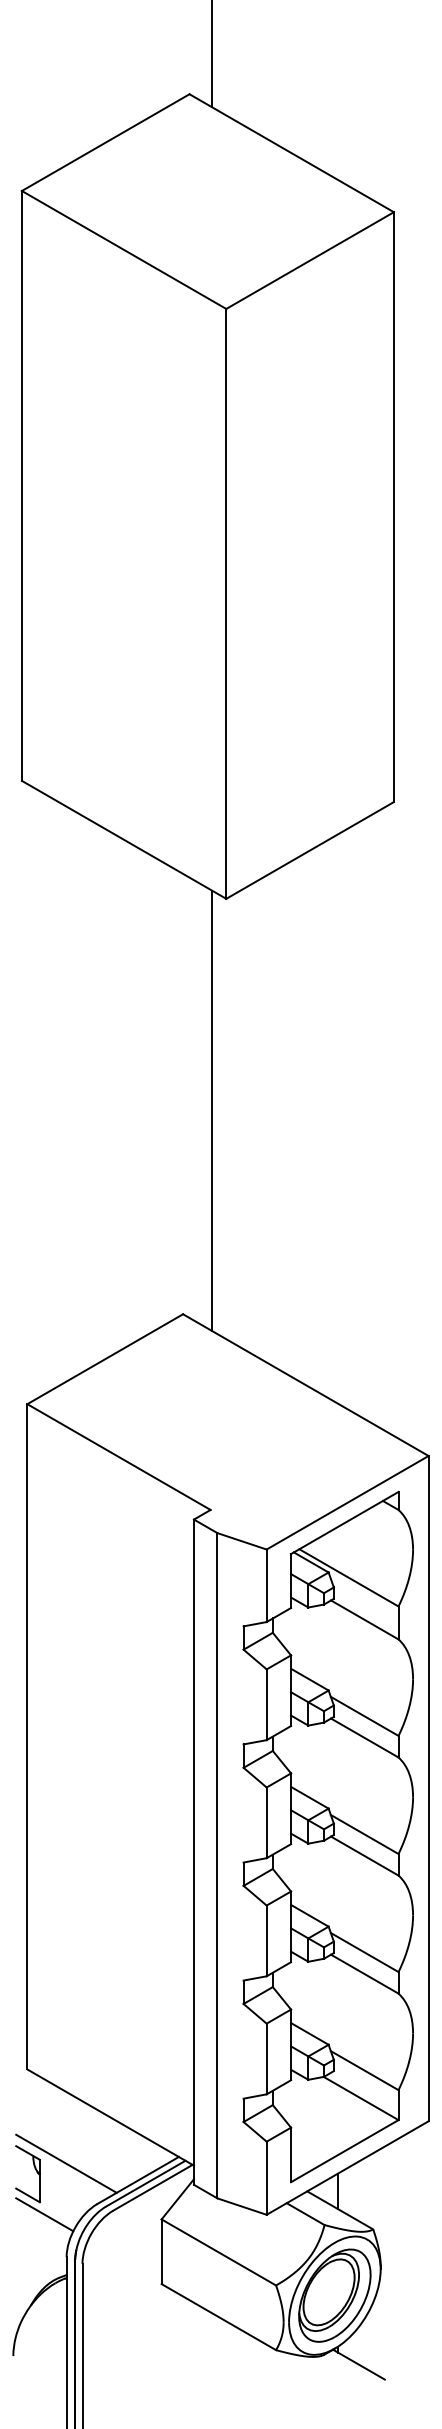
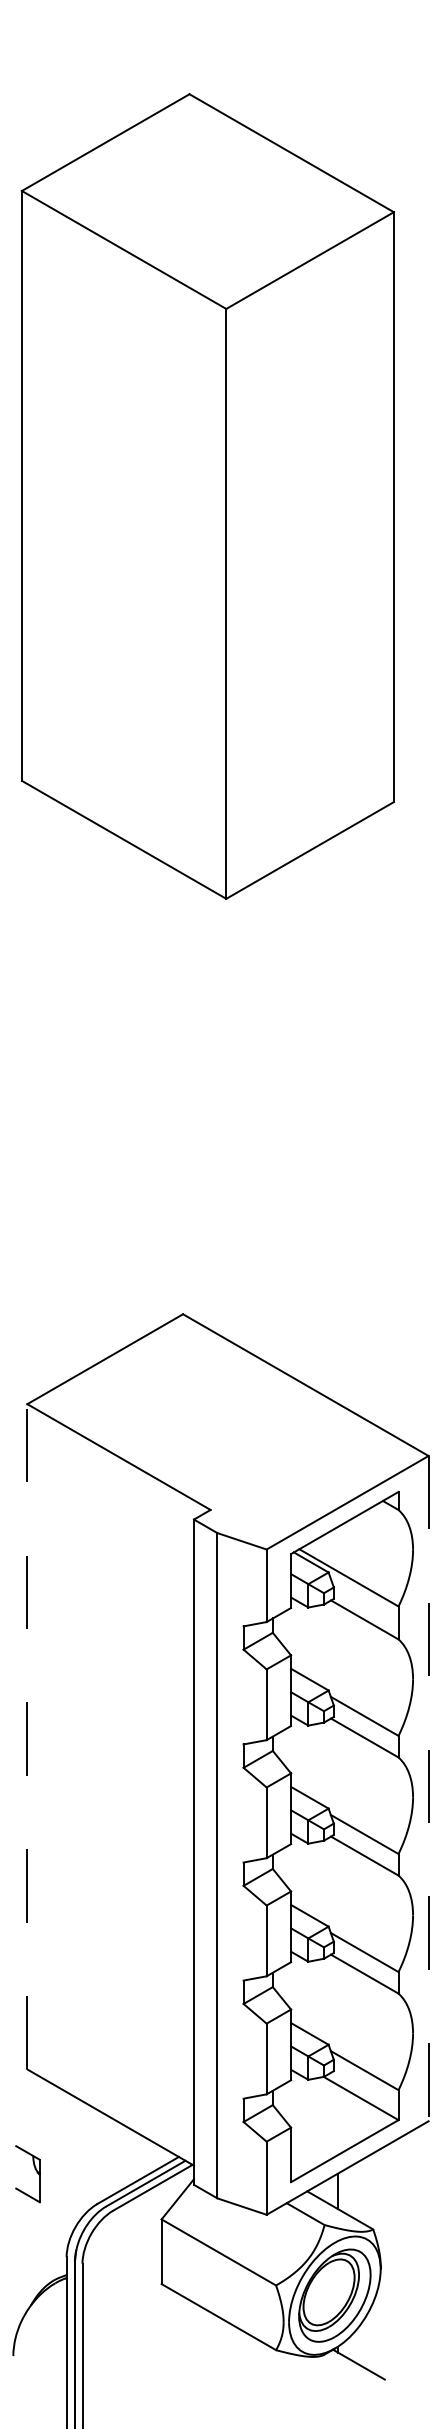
line at (212, 54): present -> none
line at (212, 1110): present -> none
line at (27, 1736): solid -> dashed
line at (428, 1788): solid -> dashed
line at (66, 2163): present -> none
line at (44, 2214): present -> none
